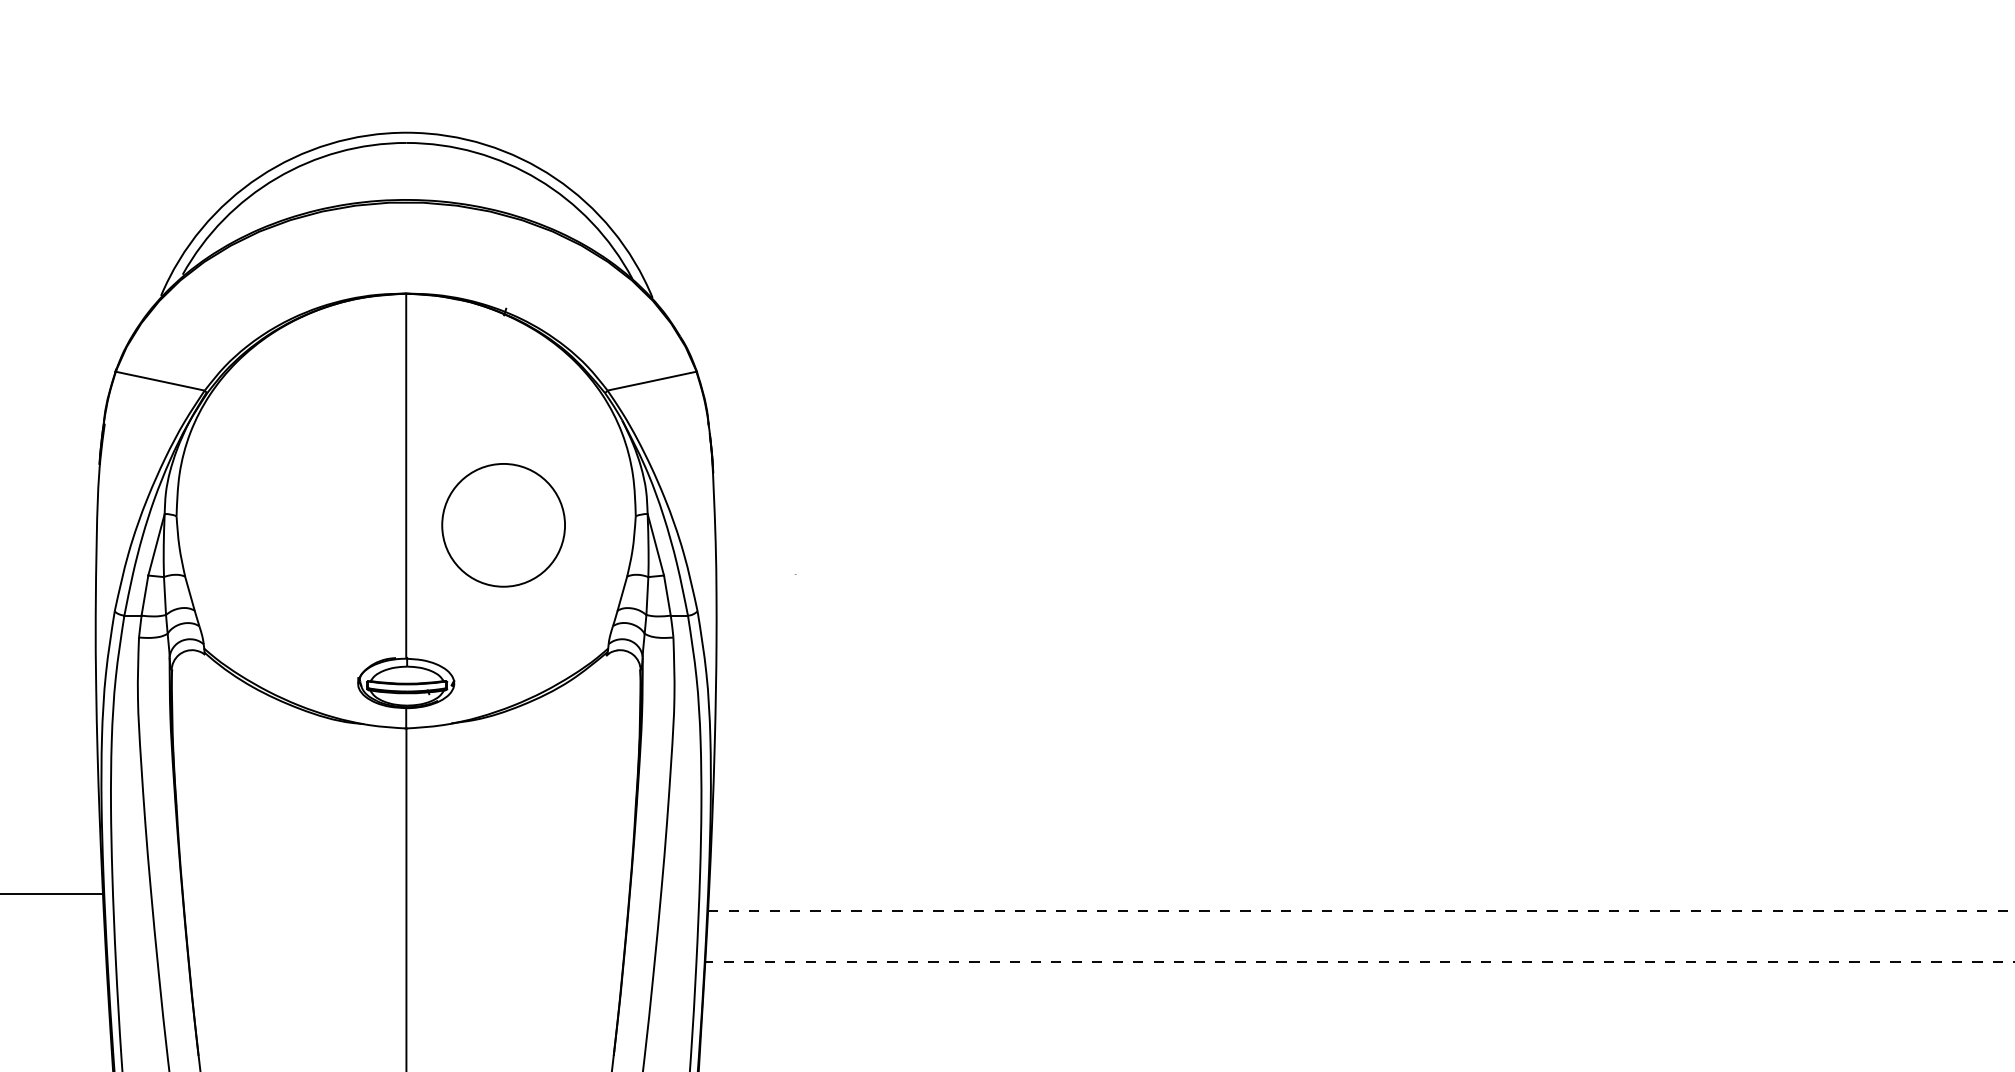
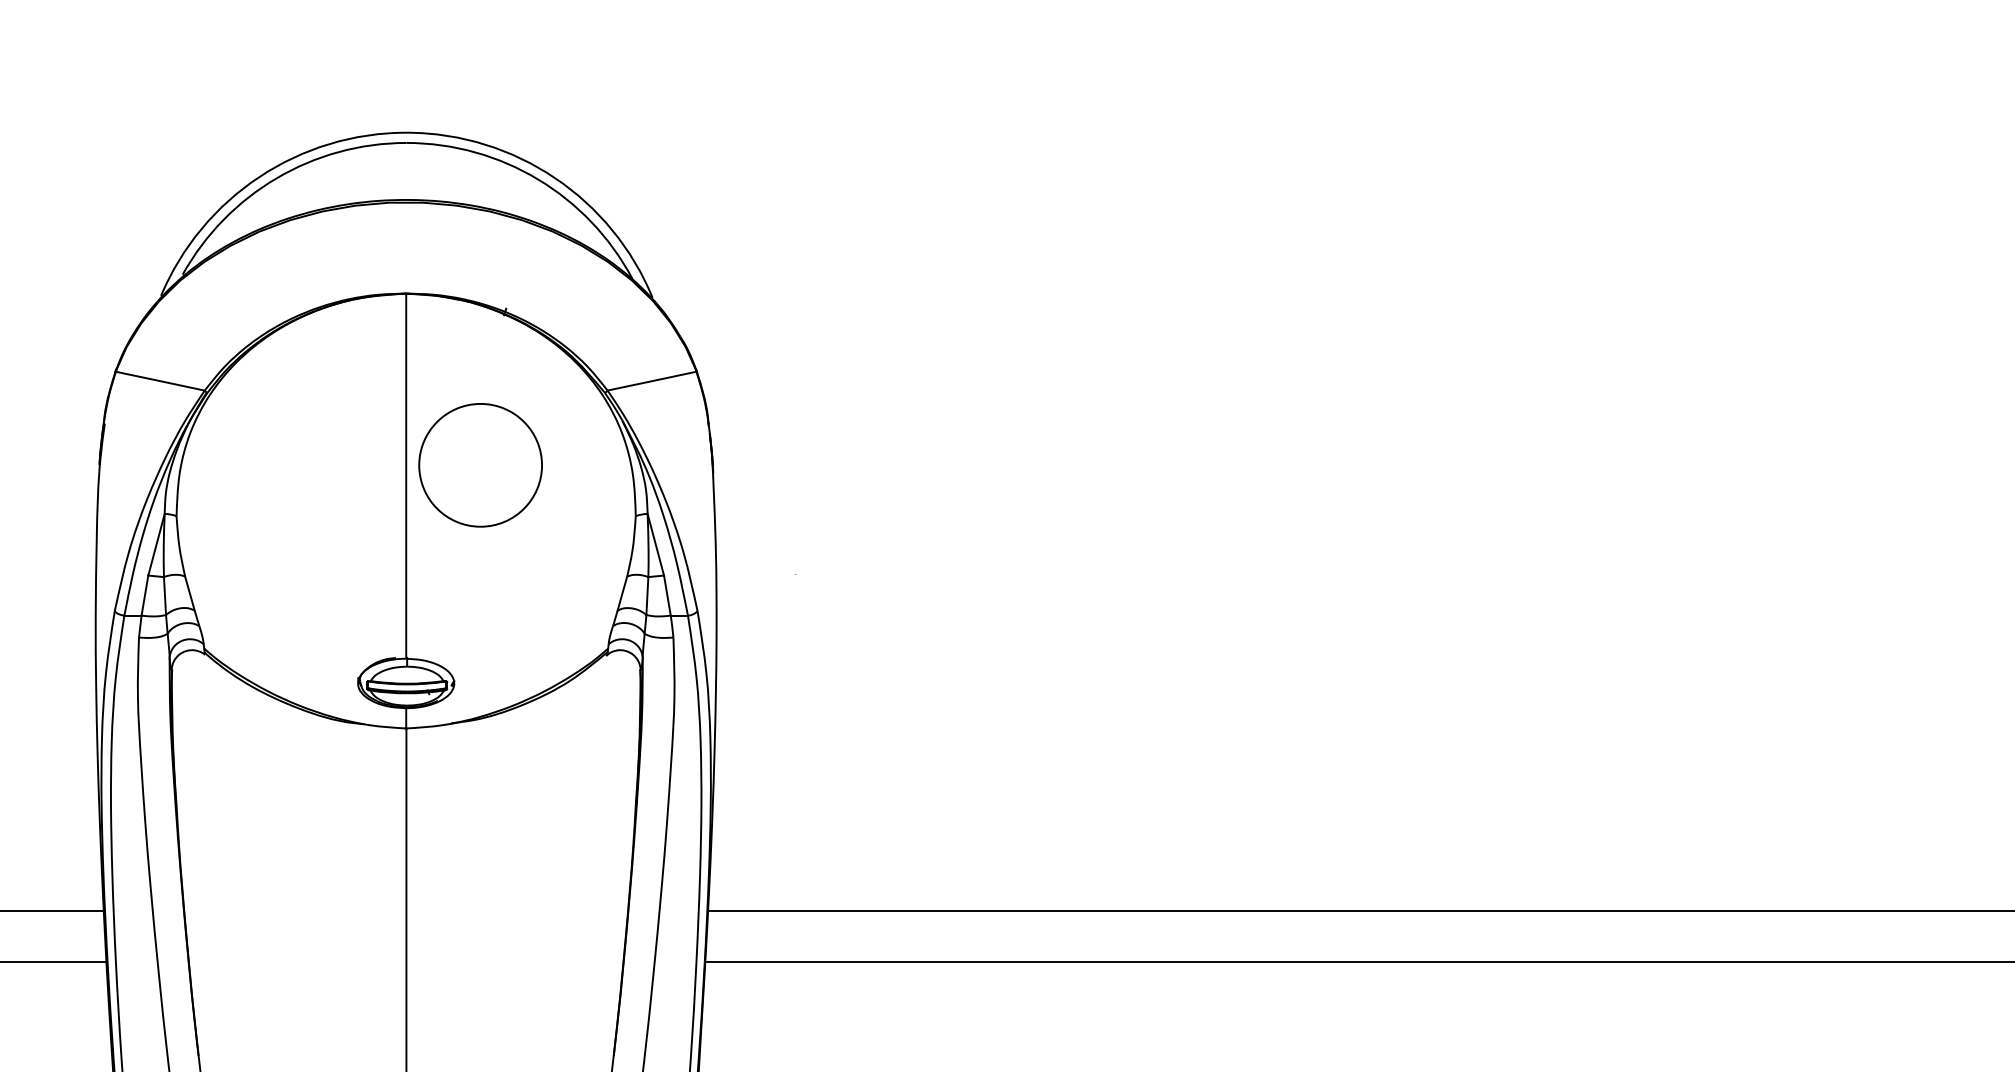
circle at (503, 525) position: (503, 525) -> (480, 465)
line at (52, 893) position: (52, 893) -> (52, 910)
line at (1361, 910): dashed -> solid
line at (54, 961): none -> present
line at (1359, 961): dashed -> solid
